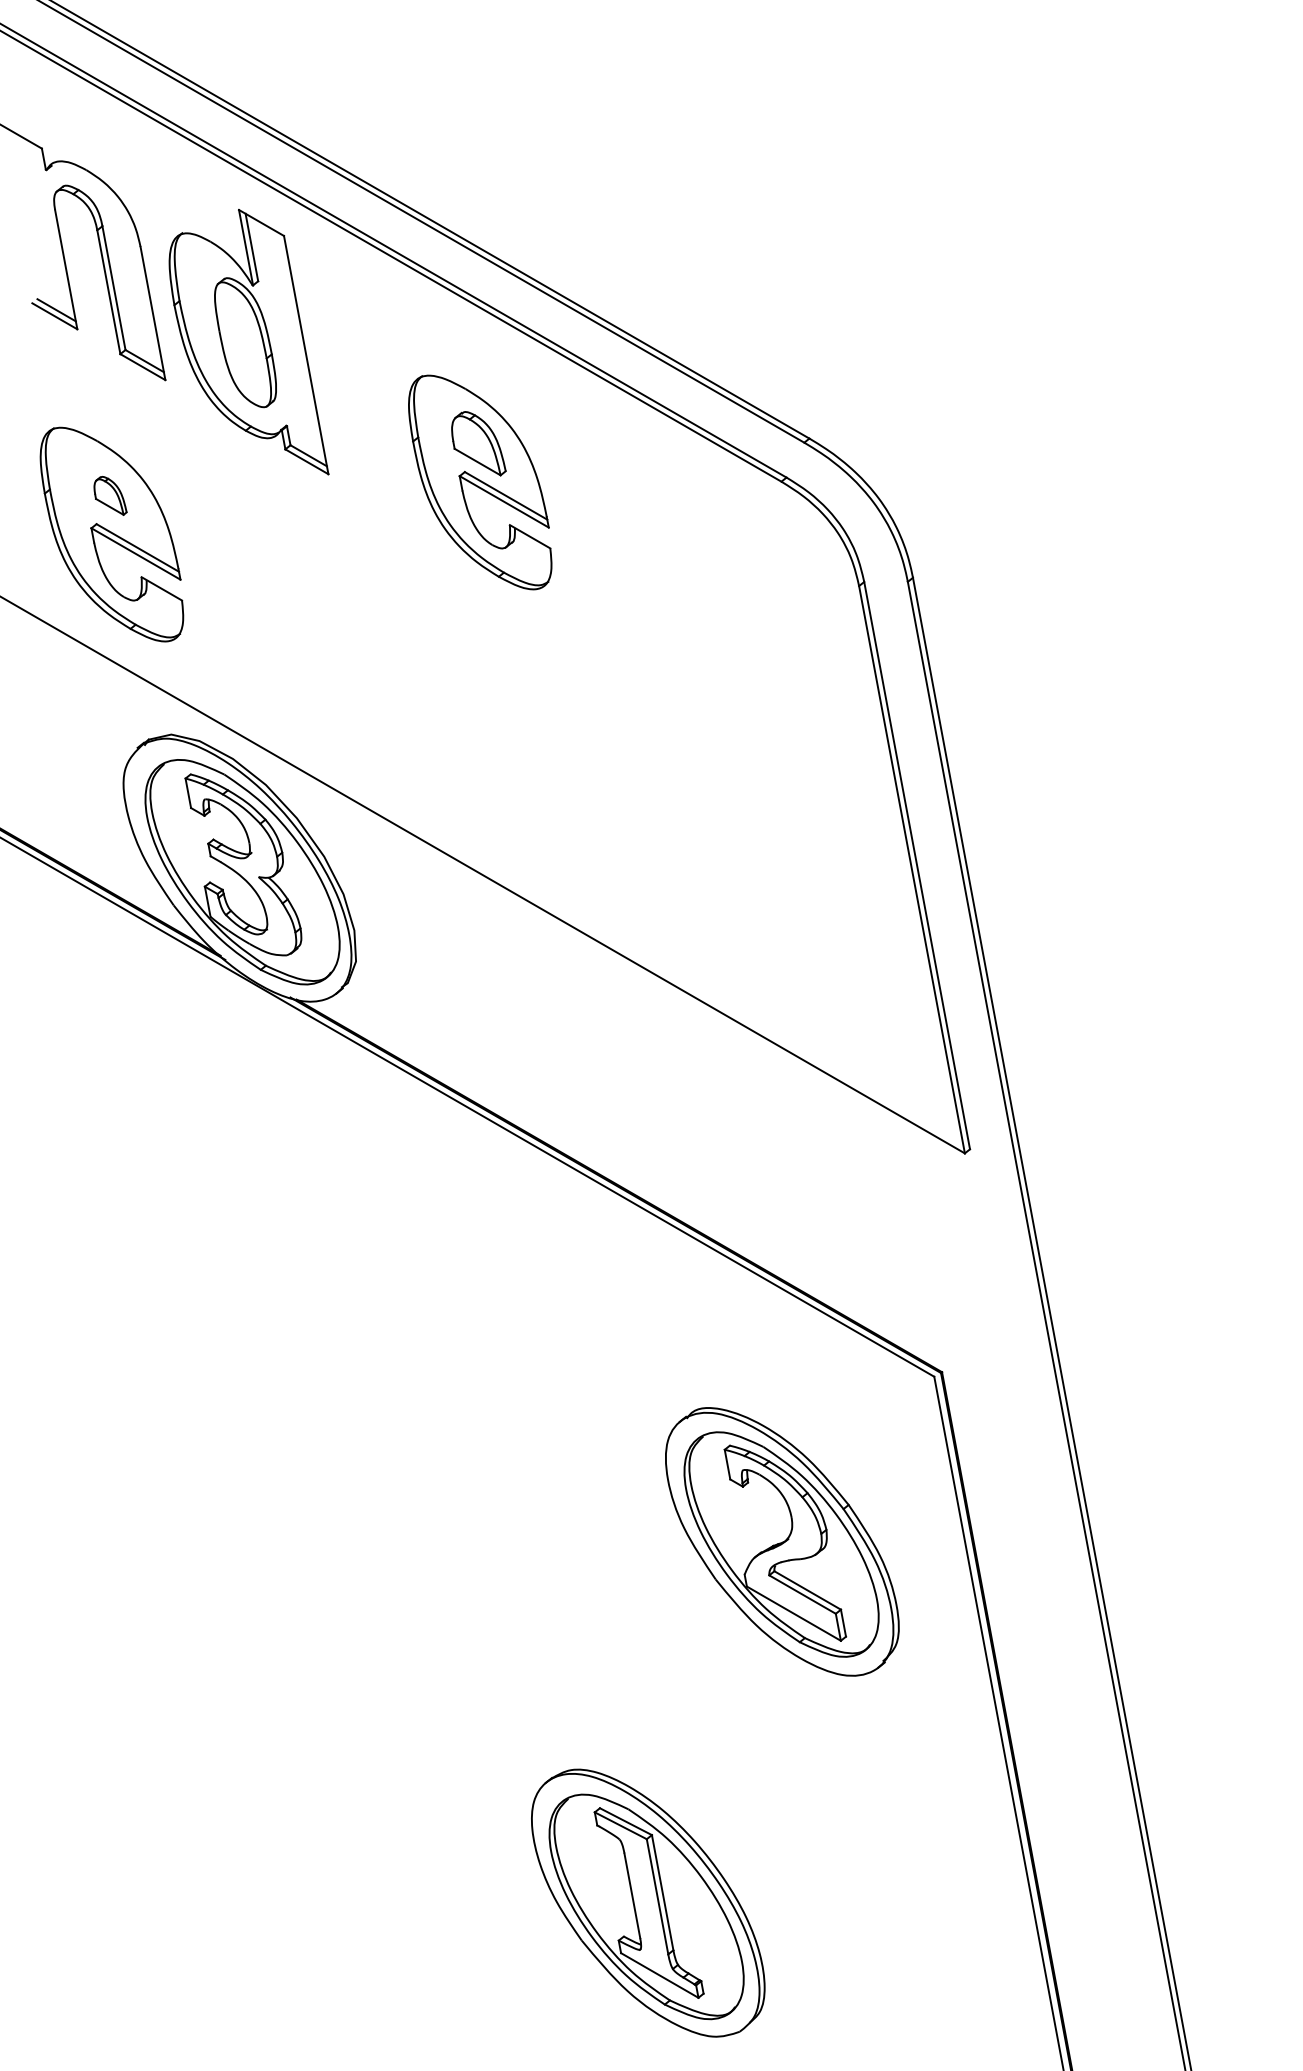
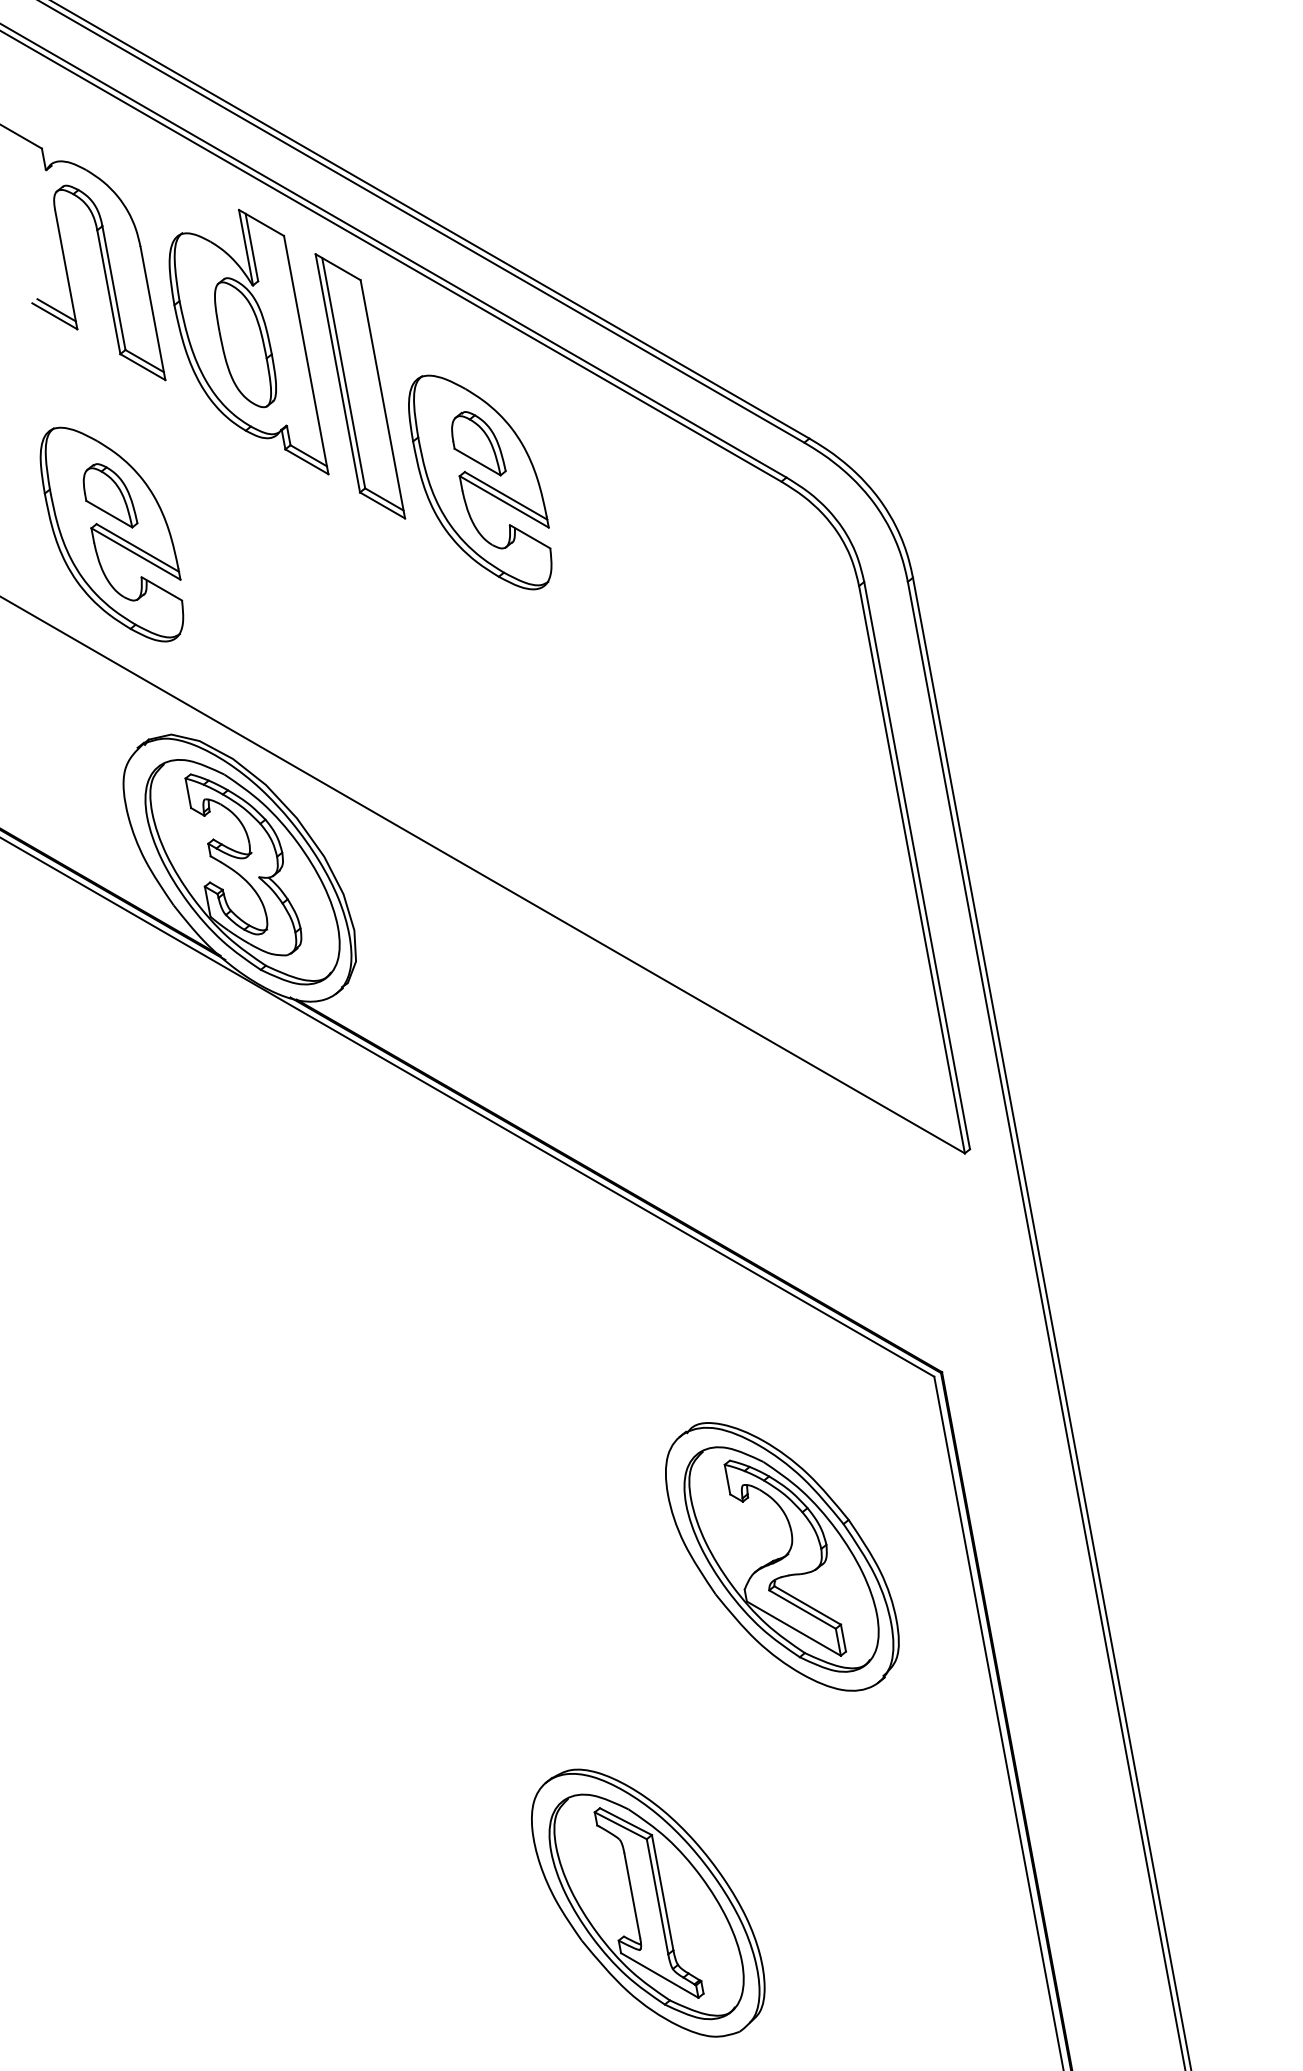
part at (360, 386): none -> present
part at (110, 495) size: 35x40 px -> 57x66 px
part at (782, 1541) position: (782, 1541) -> (782, 1556)
